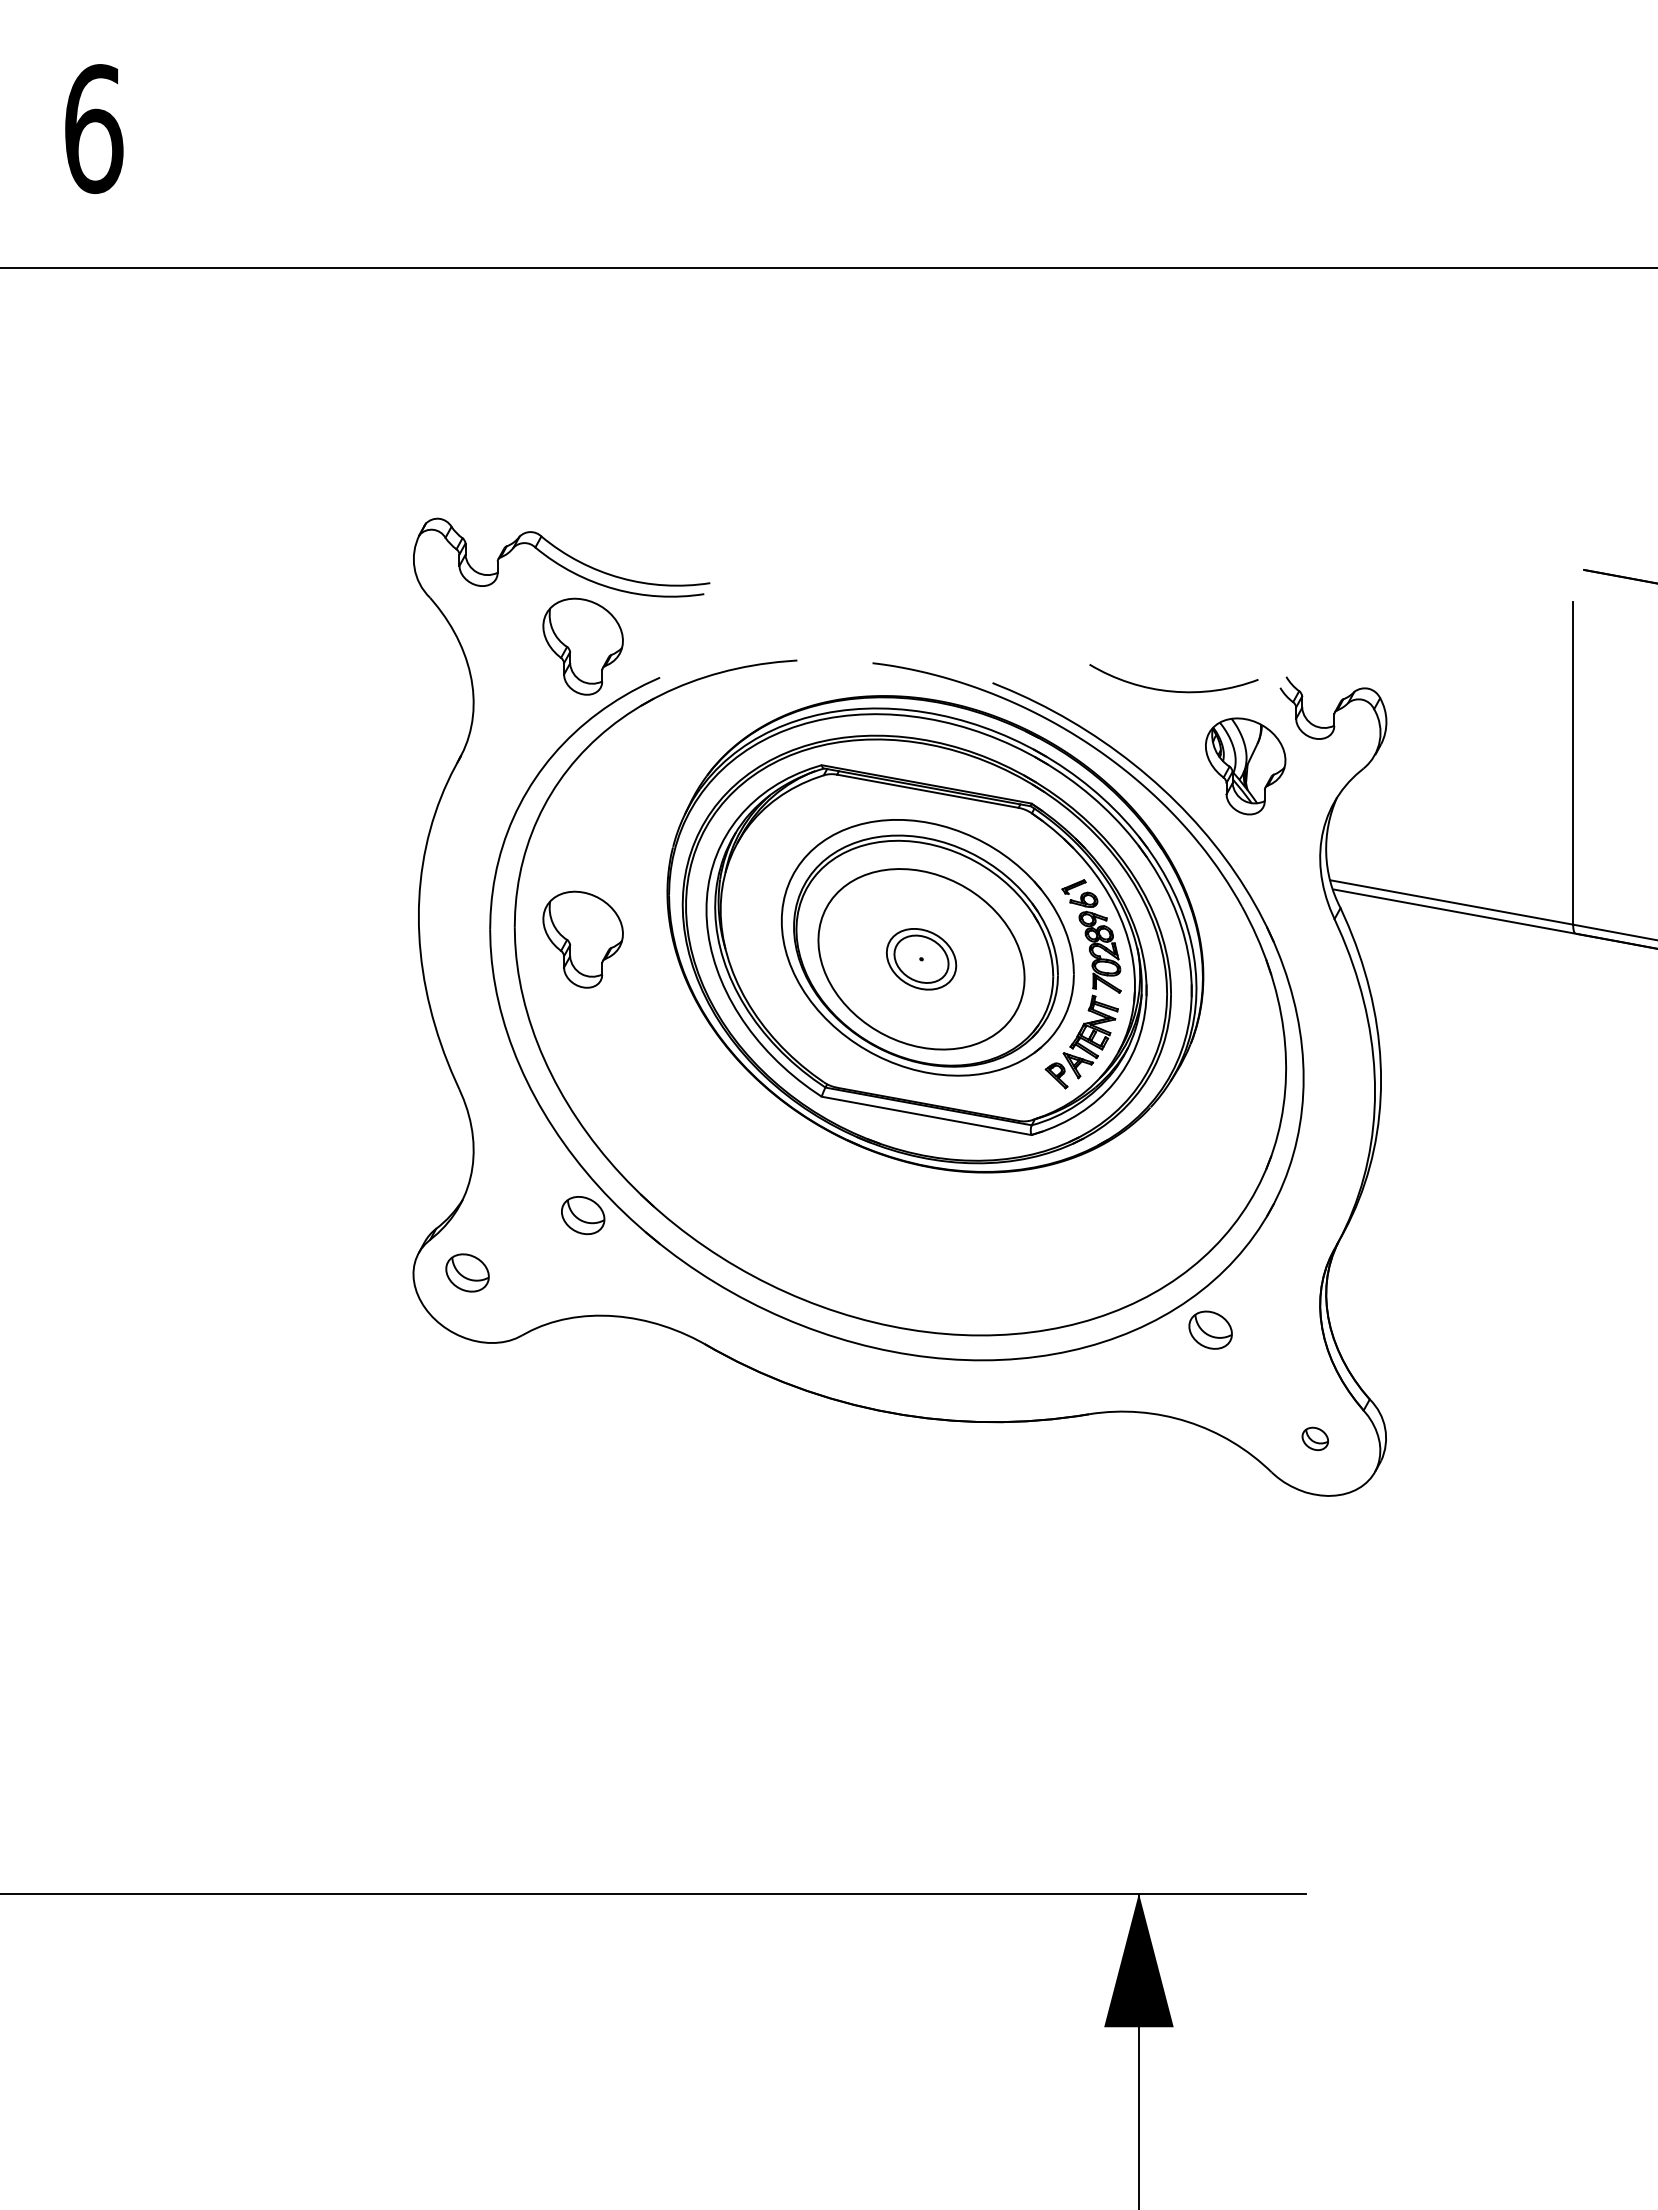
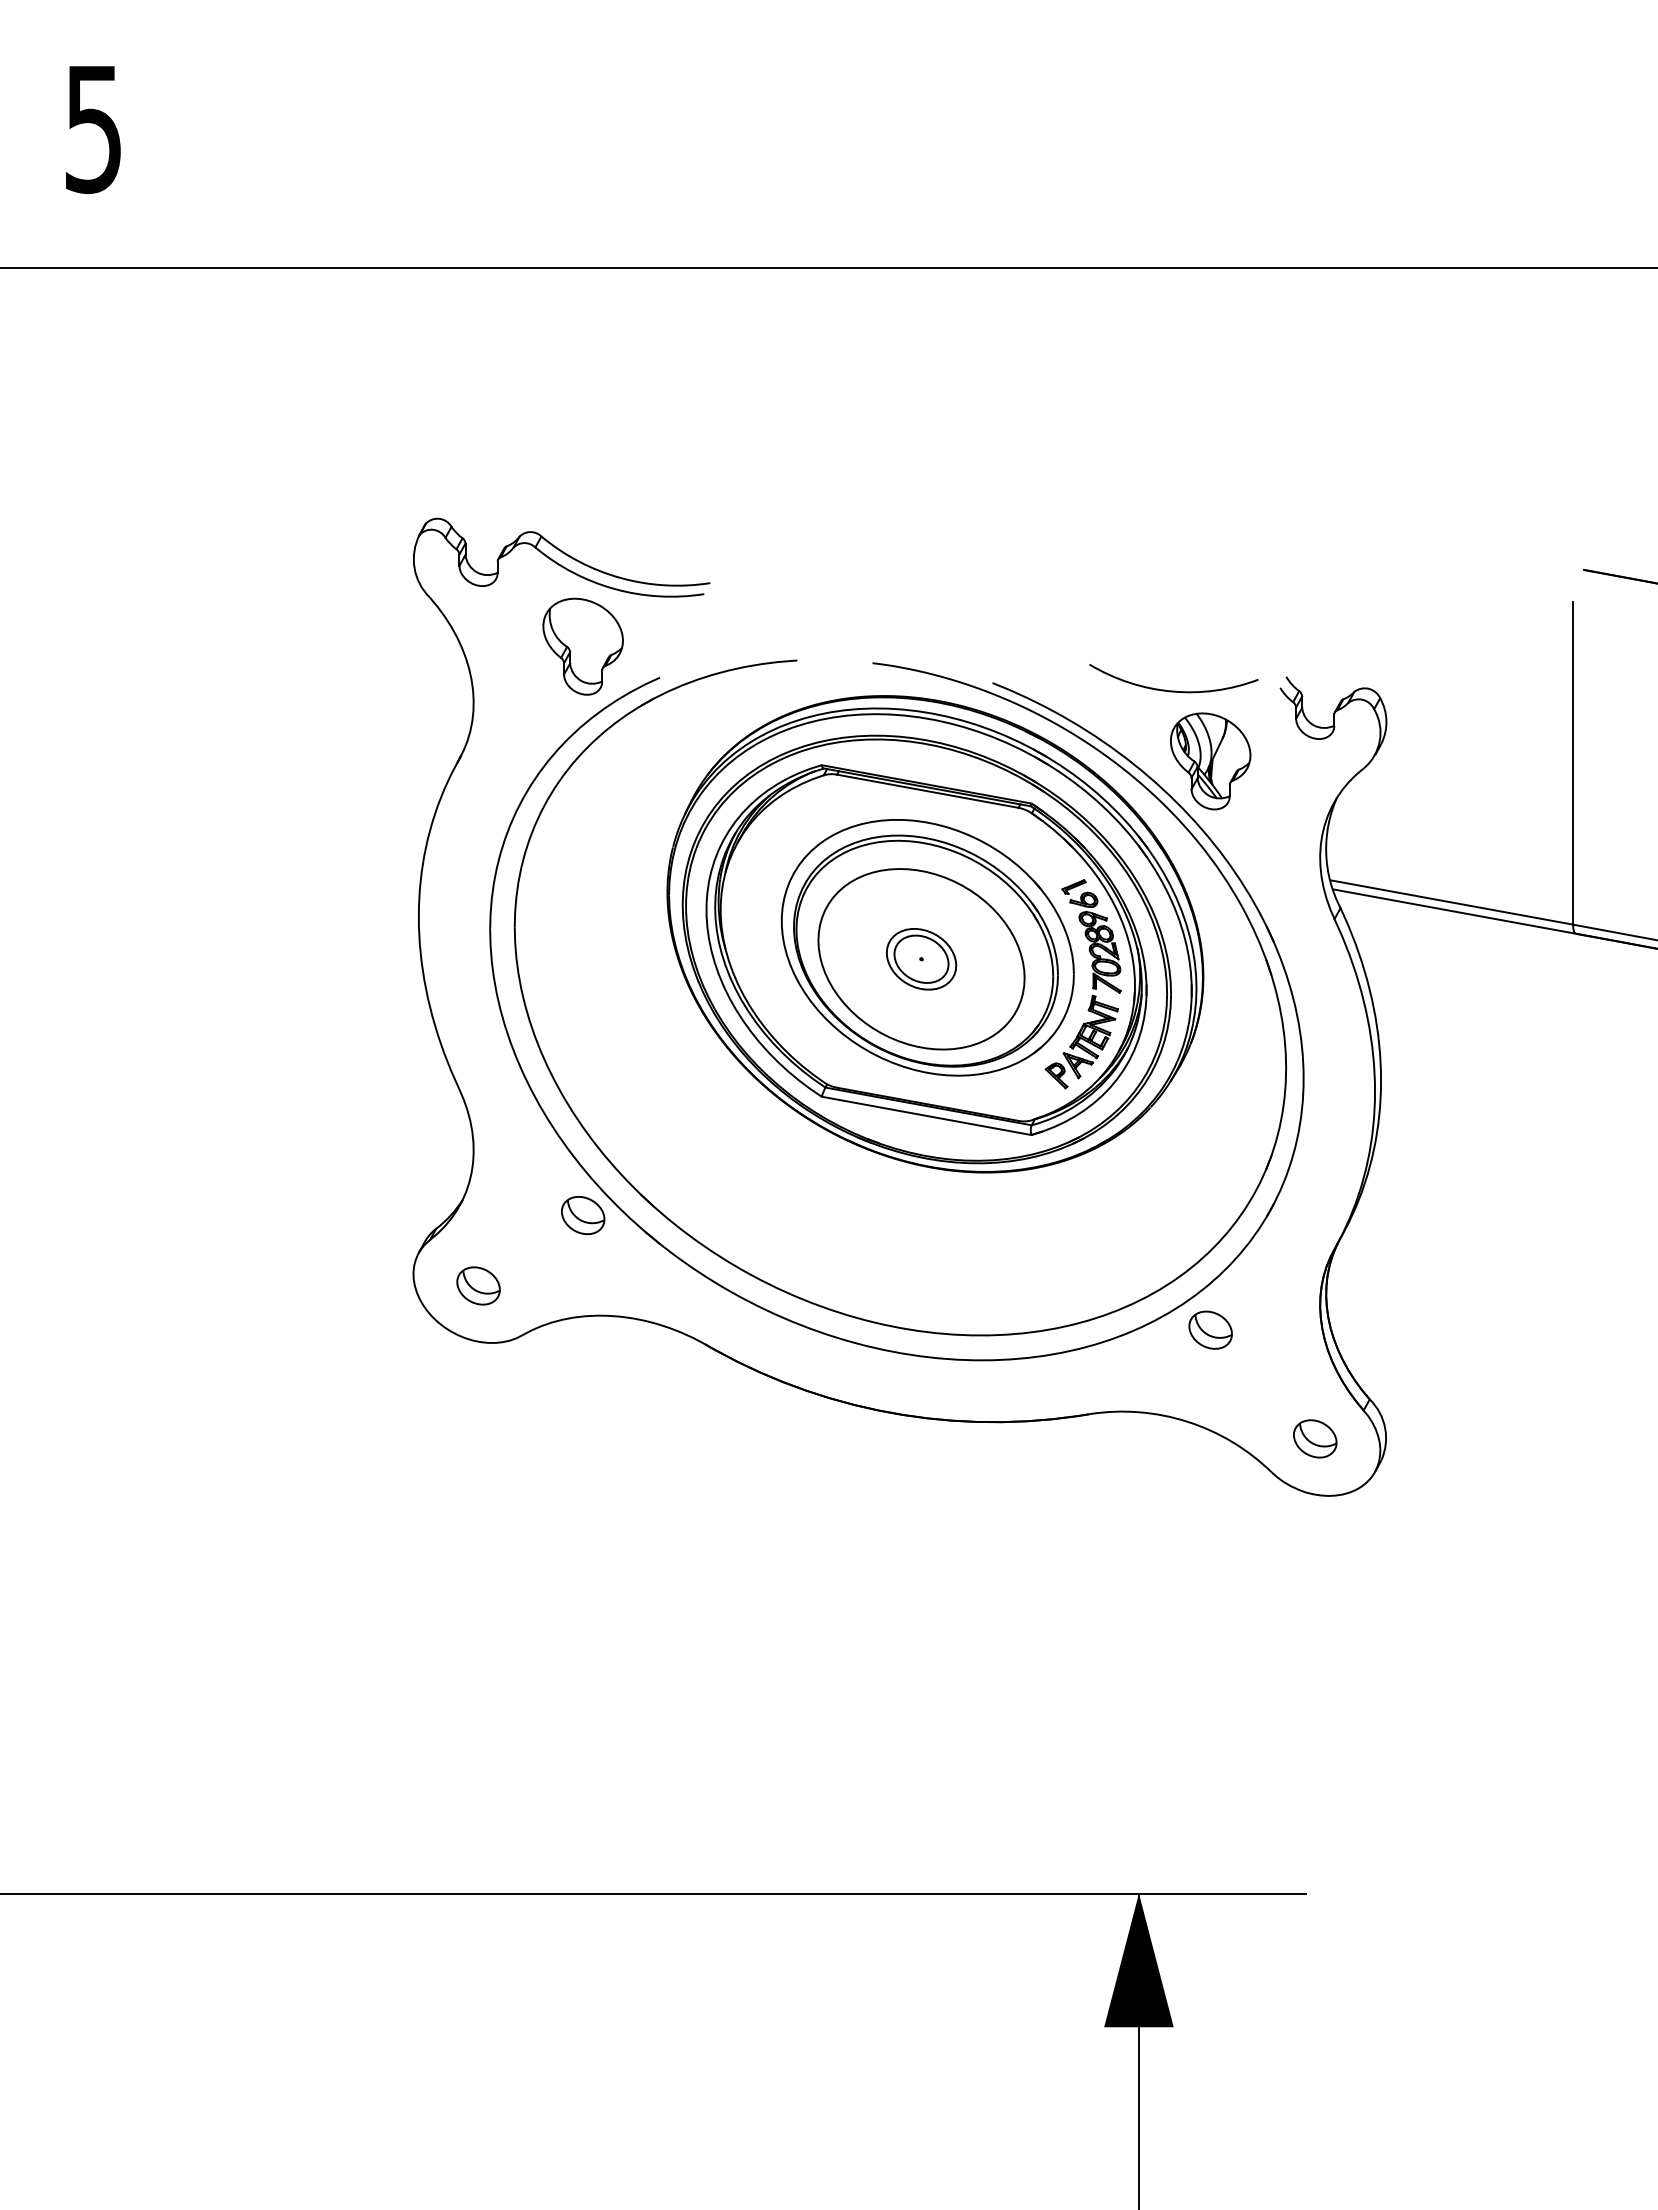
text at (94, 129): 6 -> 5
part at (1245, 766) position: (1245, 766) -> (1210, 761)
part at (582, 939): present -> none
part at (467, 1272) position: (467, 1272) -> (478, 1285)
part at (1314, 1438) size: 28x26 px -> 45x40 px
